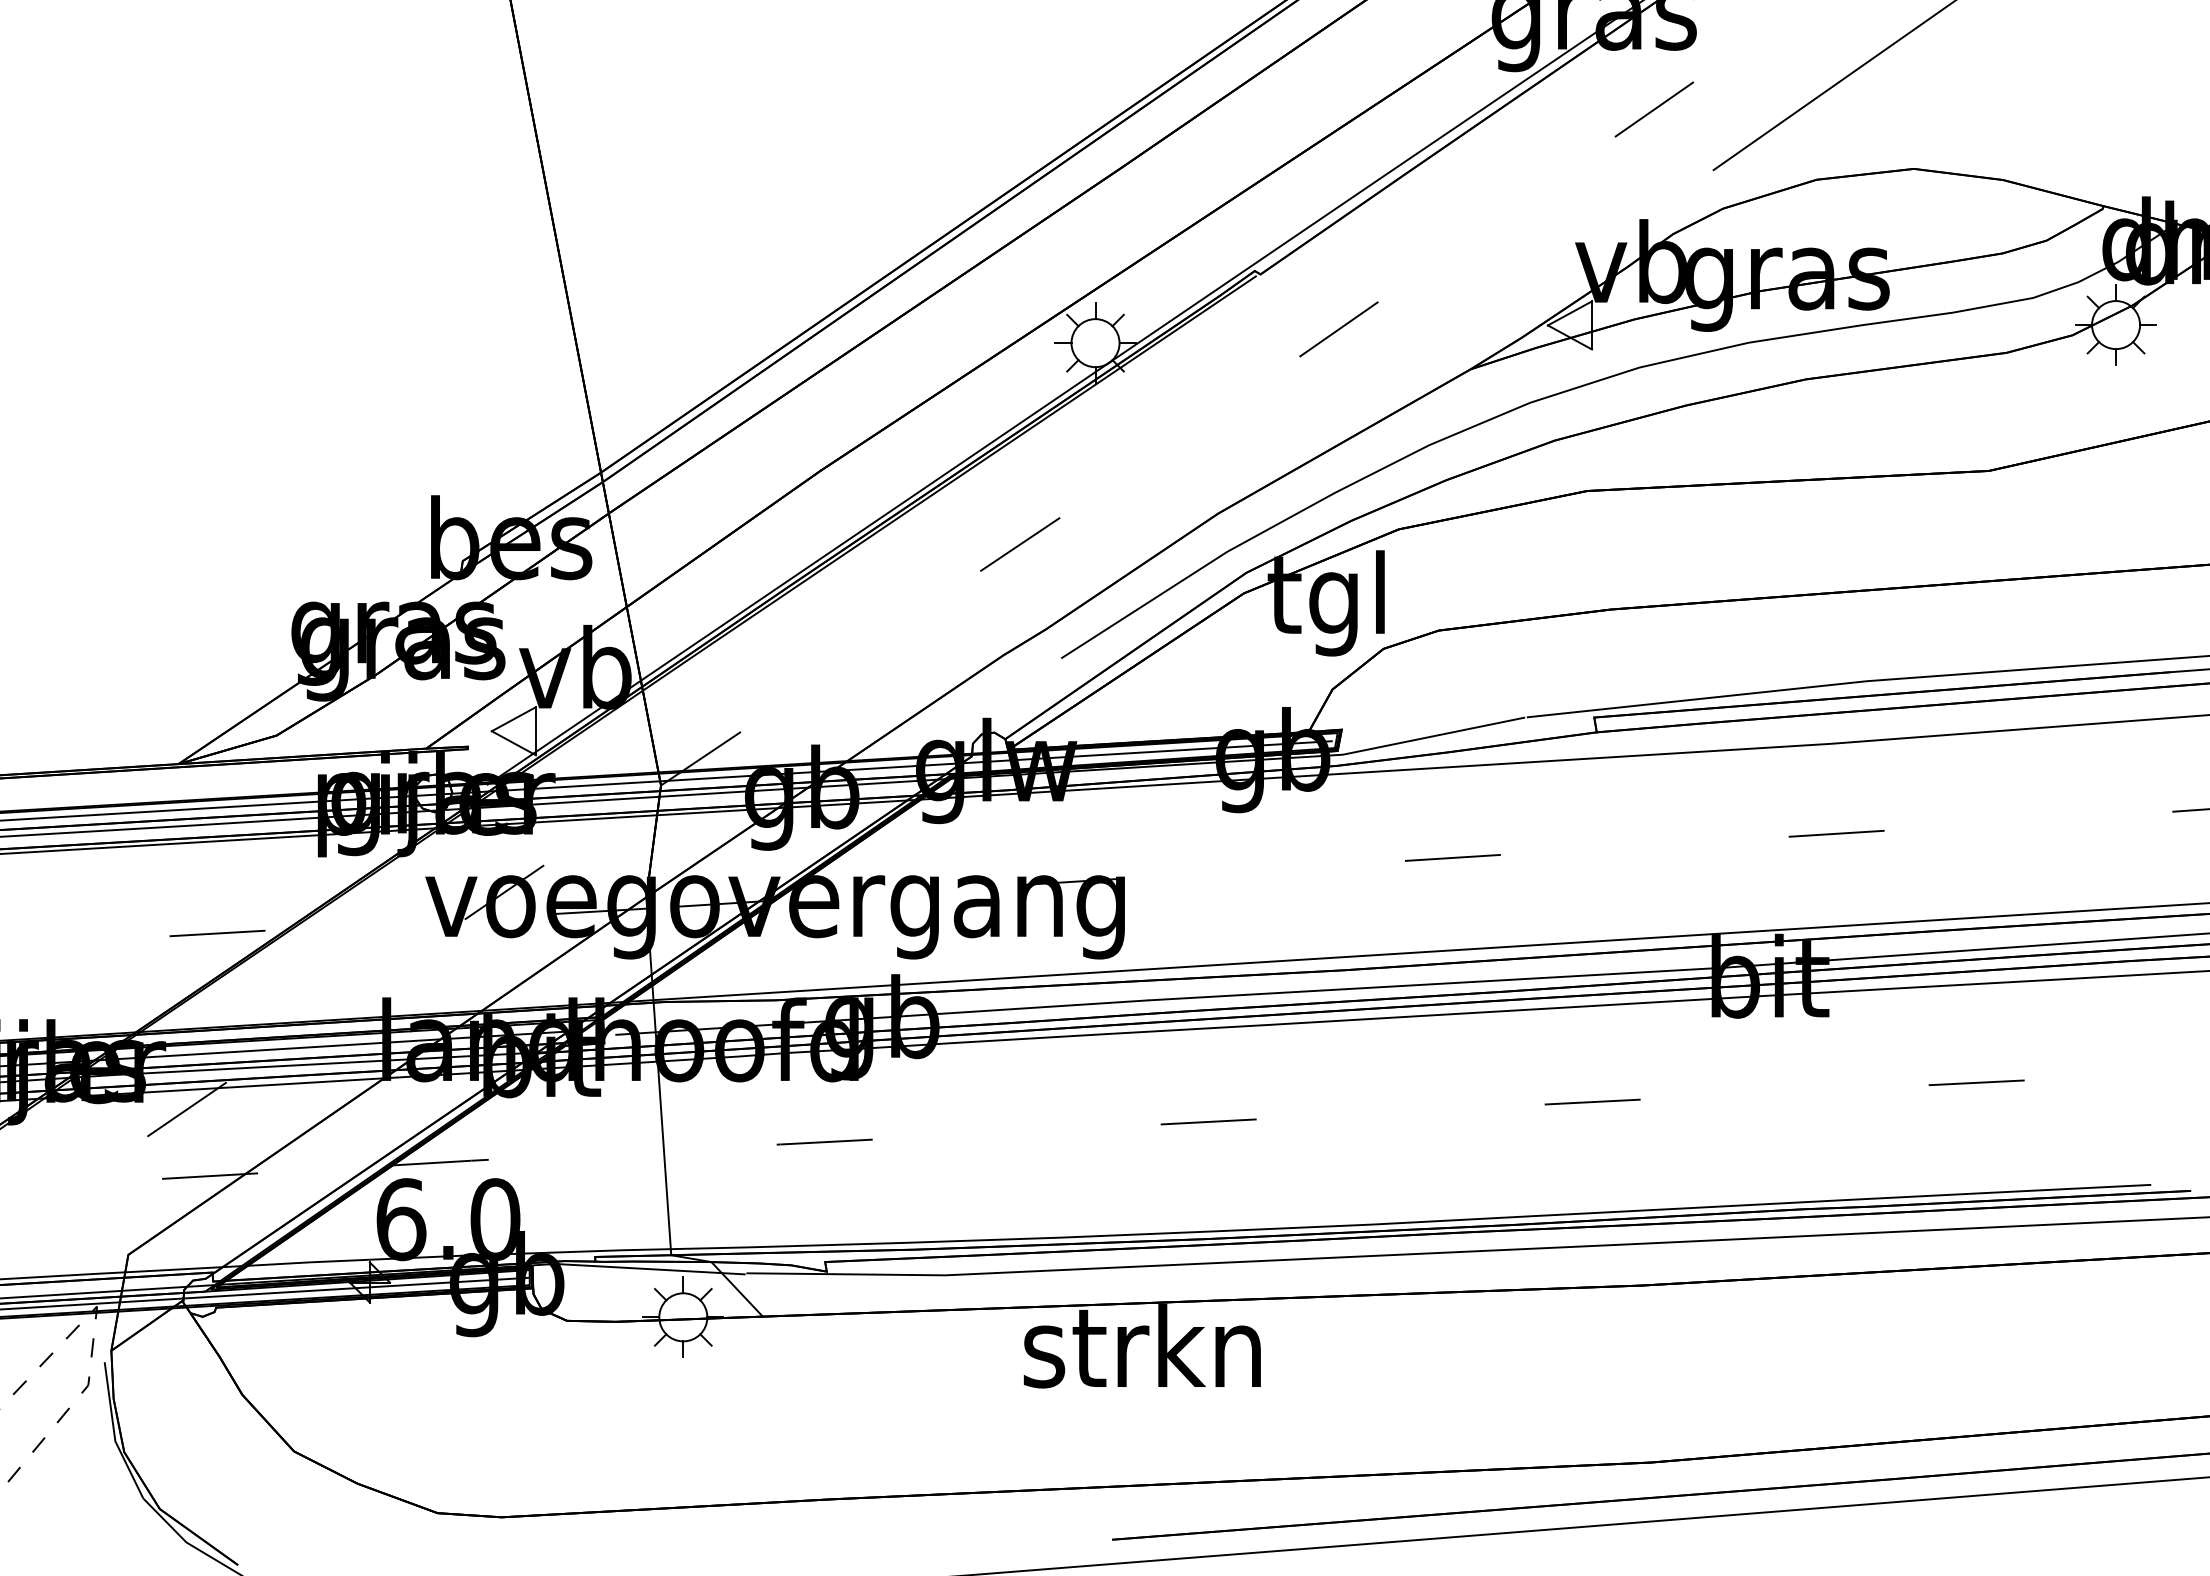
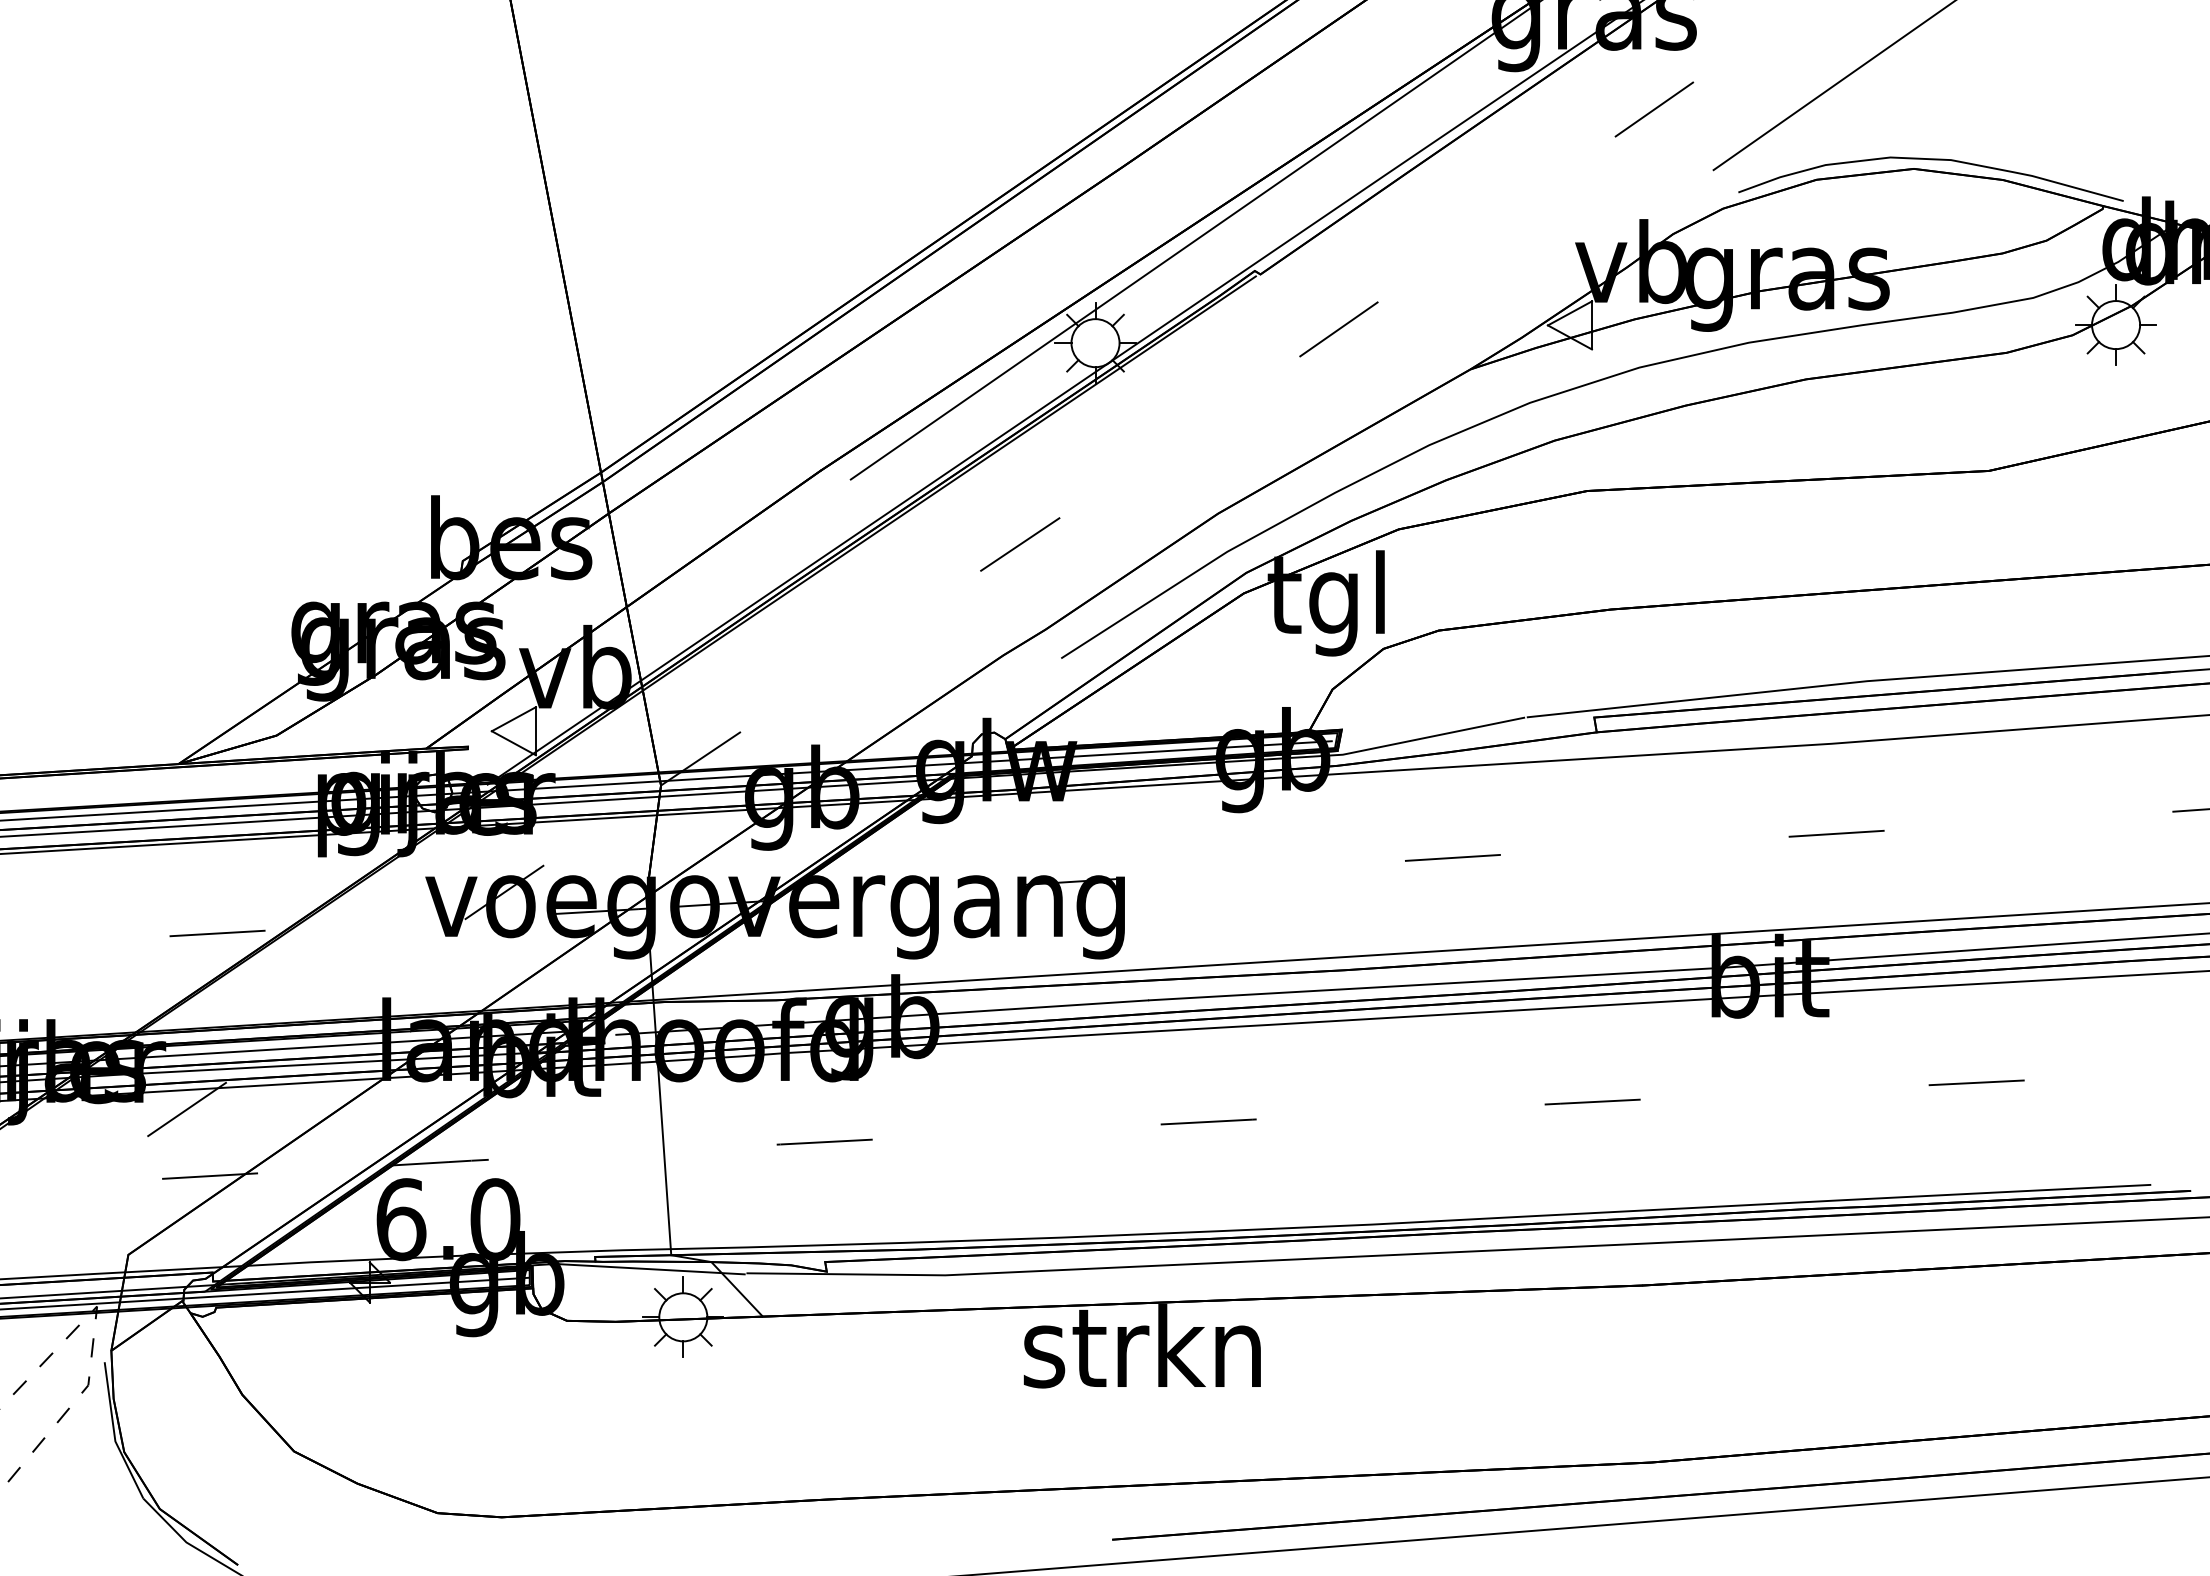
curve at (1930, 160): none -> present
line at (1194, 240): none -> present
